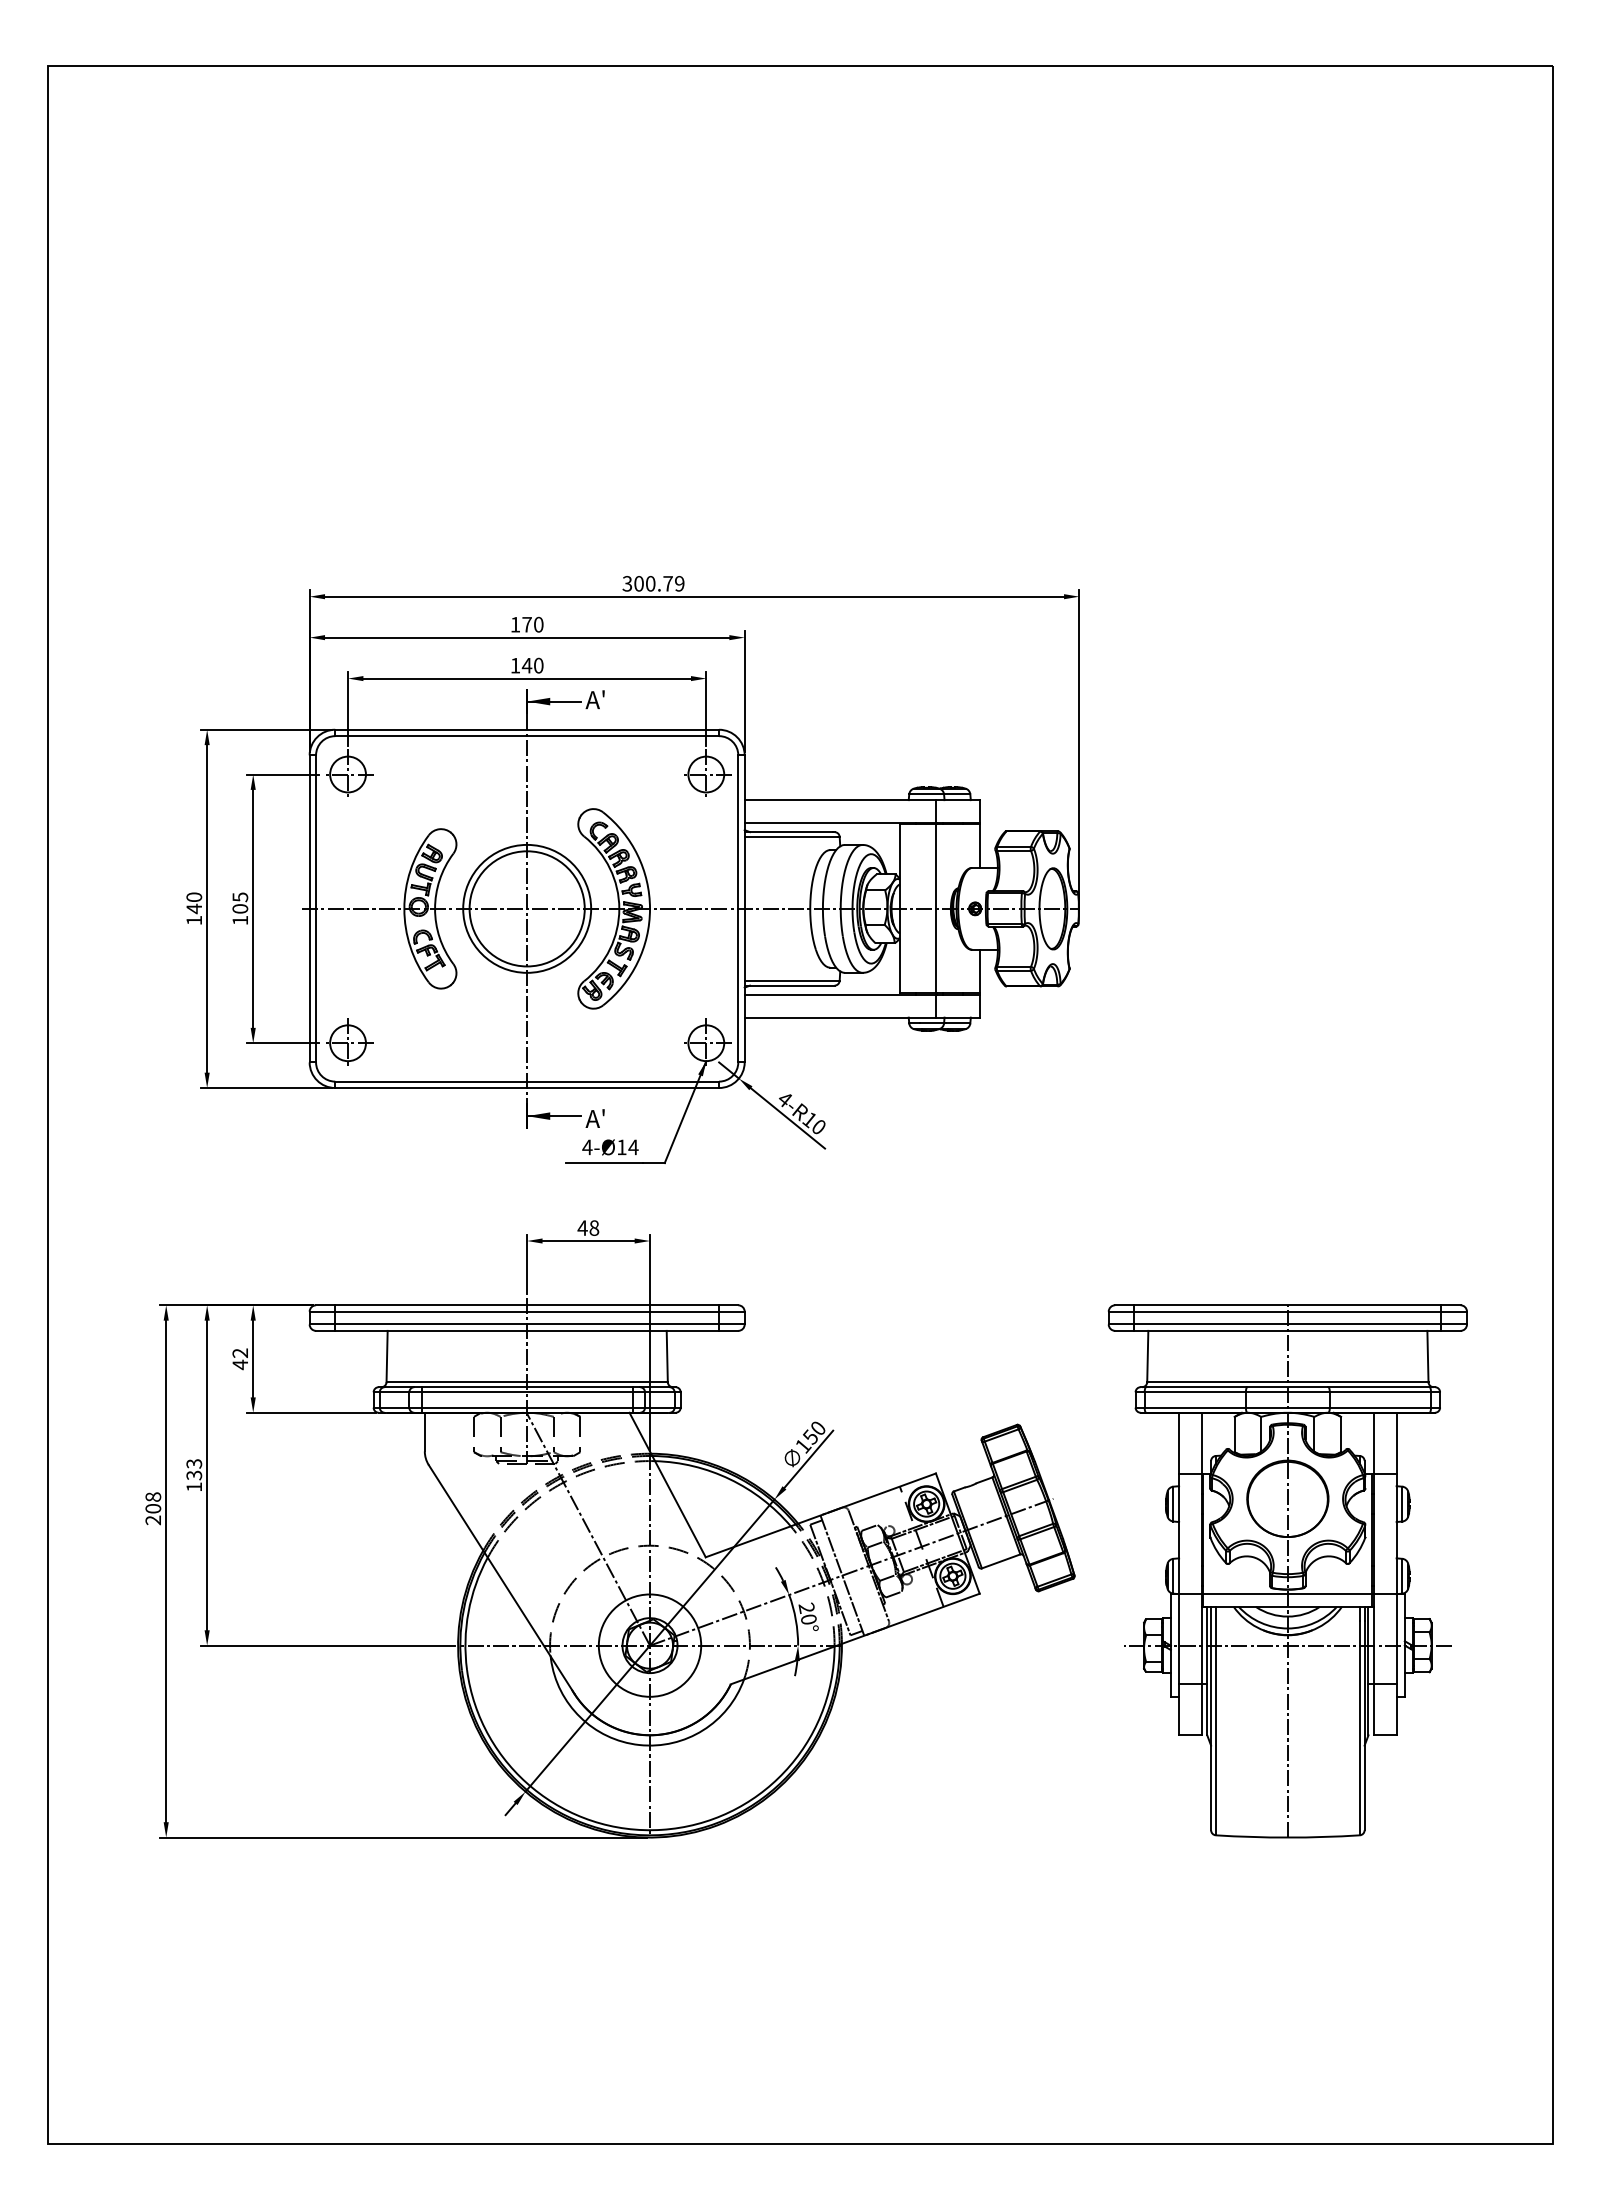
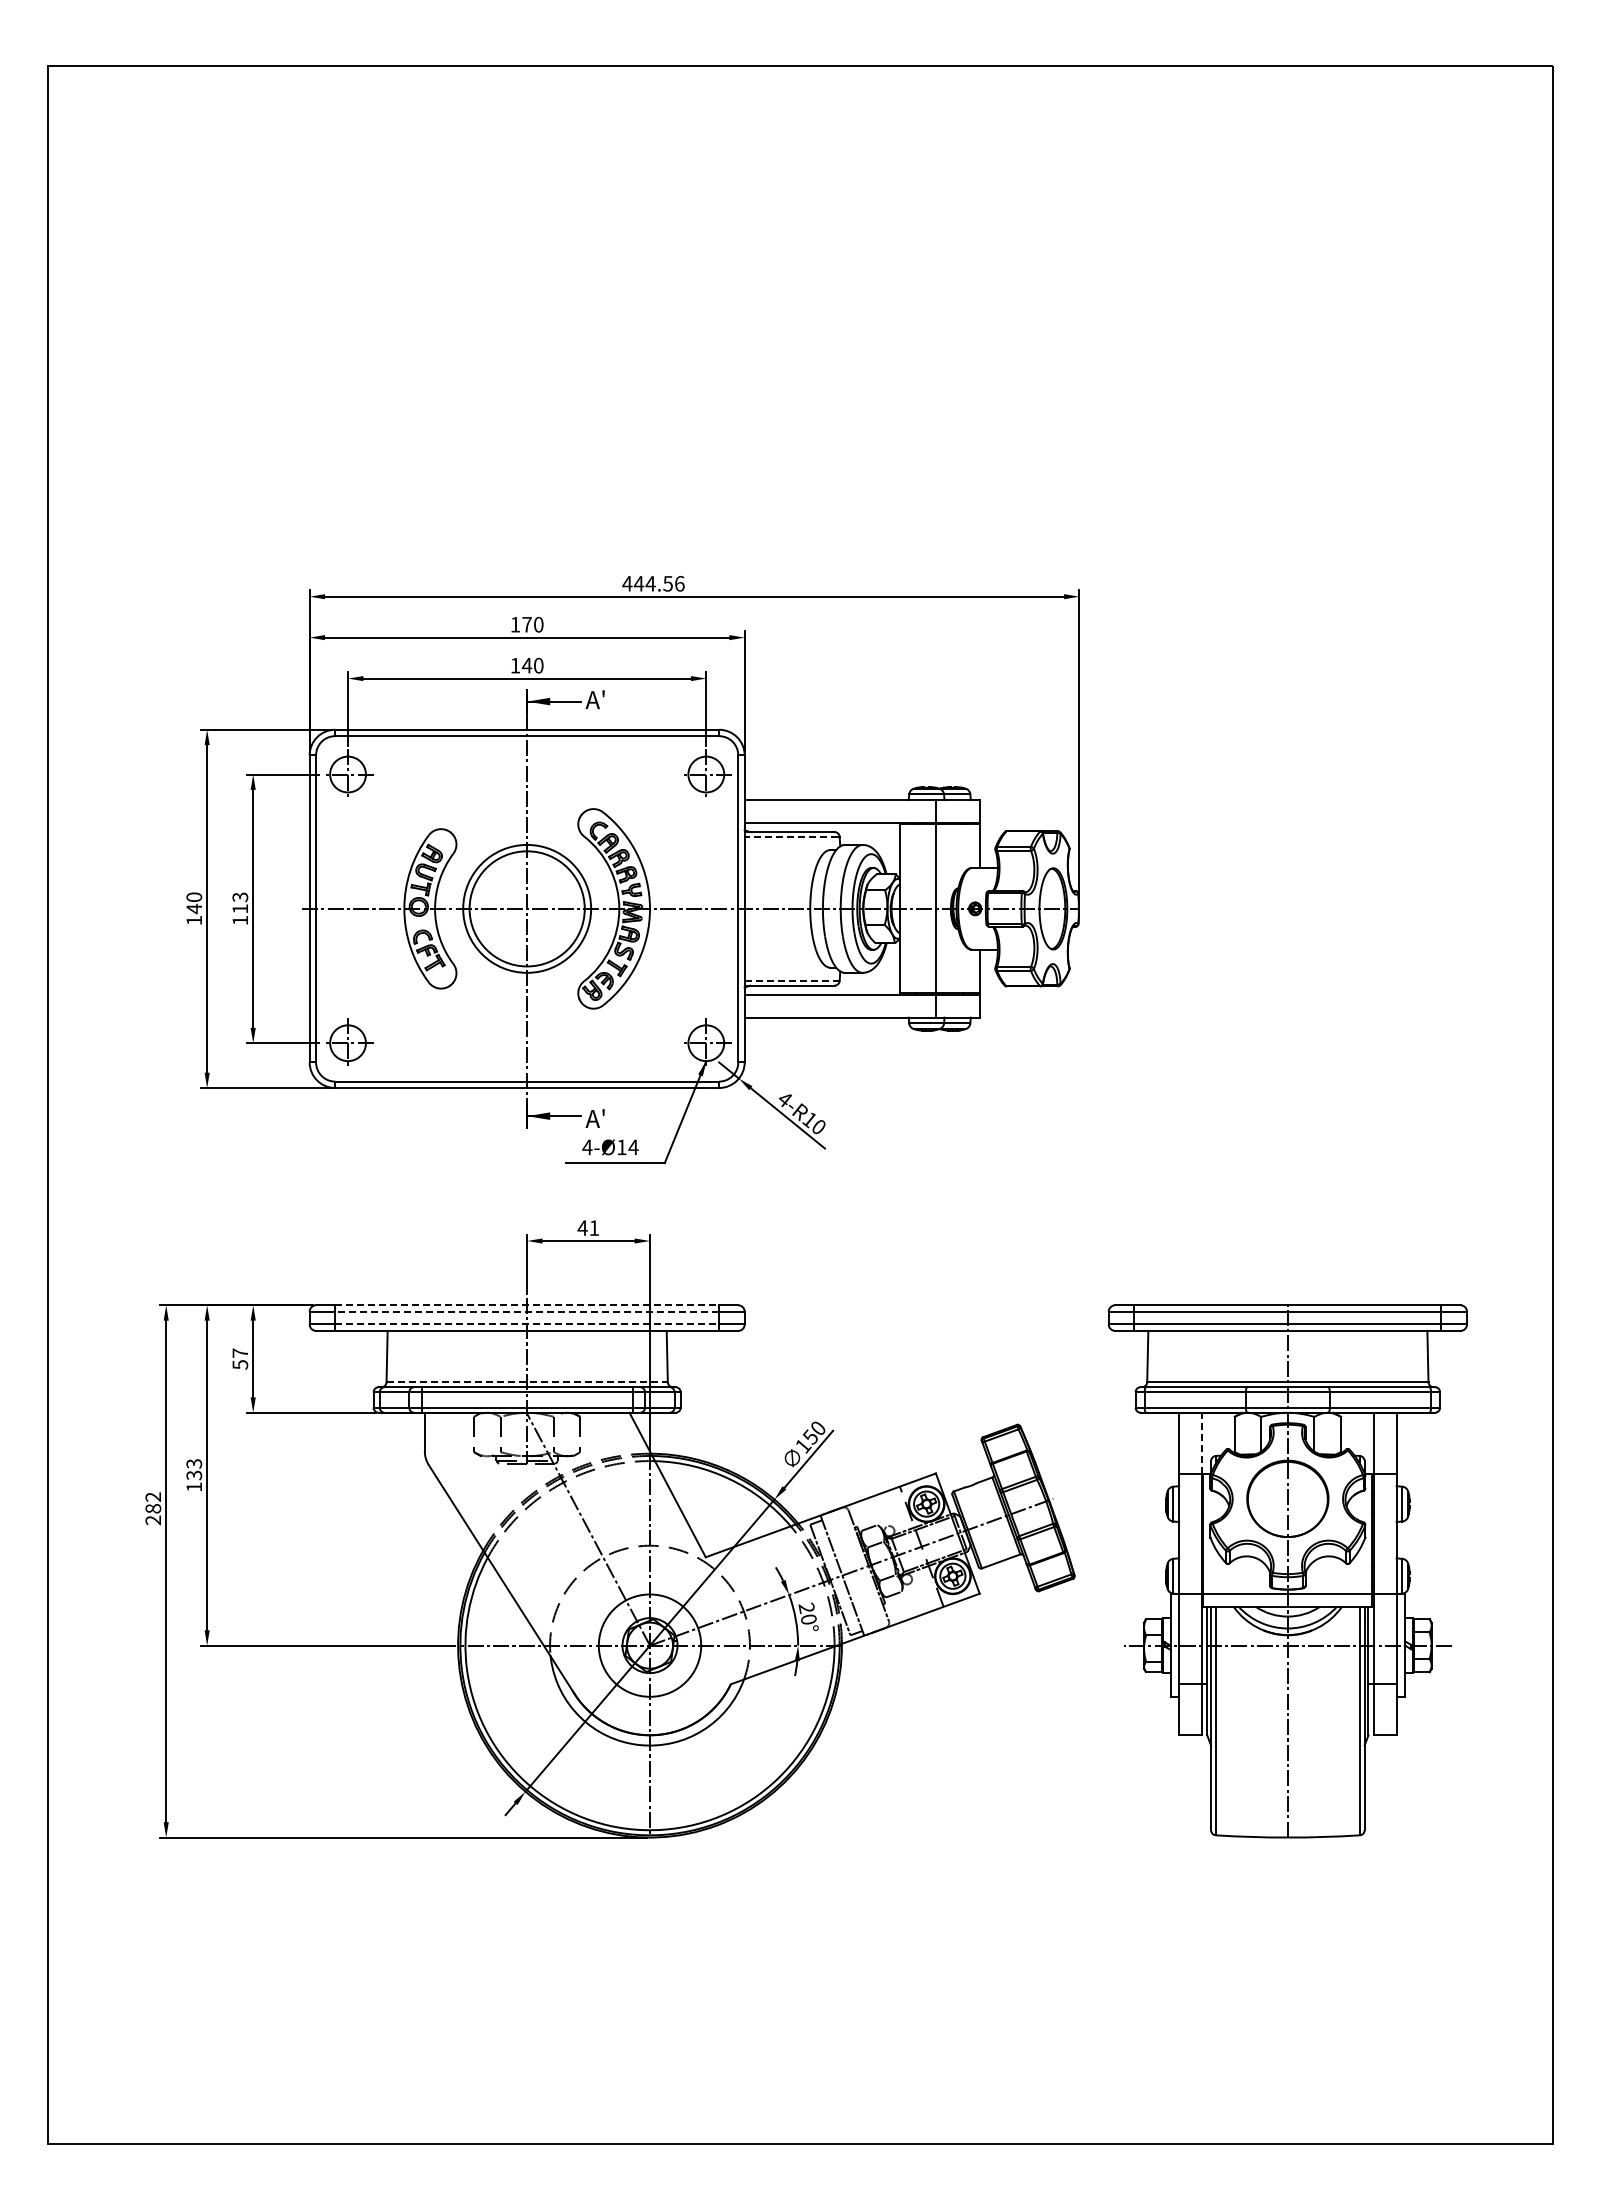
text at (653, 583): 300.79 -> 444.56
line at (791, 836): solid -> dashed
text at (240, 902): 105 -> 113
line at (792, 980): solid -> dashed
text at (594, 1227): 48 -> 41
line at (527, 1305): solid -> dashed
line at (527, 1311): solid -> dashed
line at (527, 1324): solid -> dashed
text at (240, 1359): 42 -> 57
line at (527, 1382): solid -> dashed
line at (1202, 1442): solid -> dashed
text at (153, 1502): 208 -> 282
